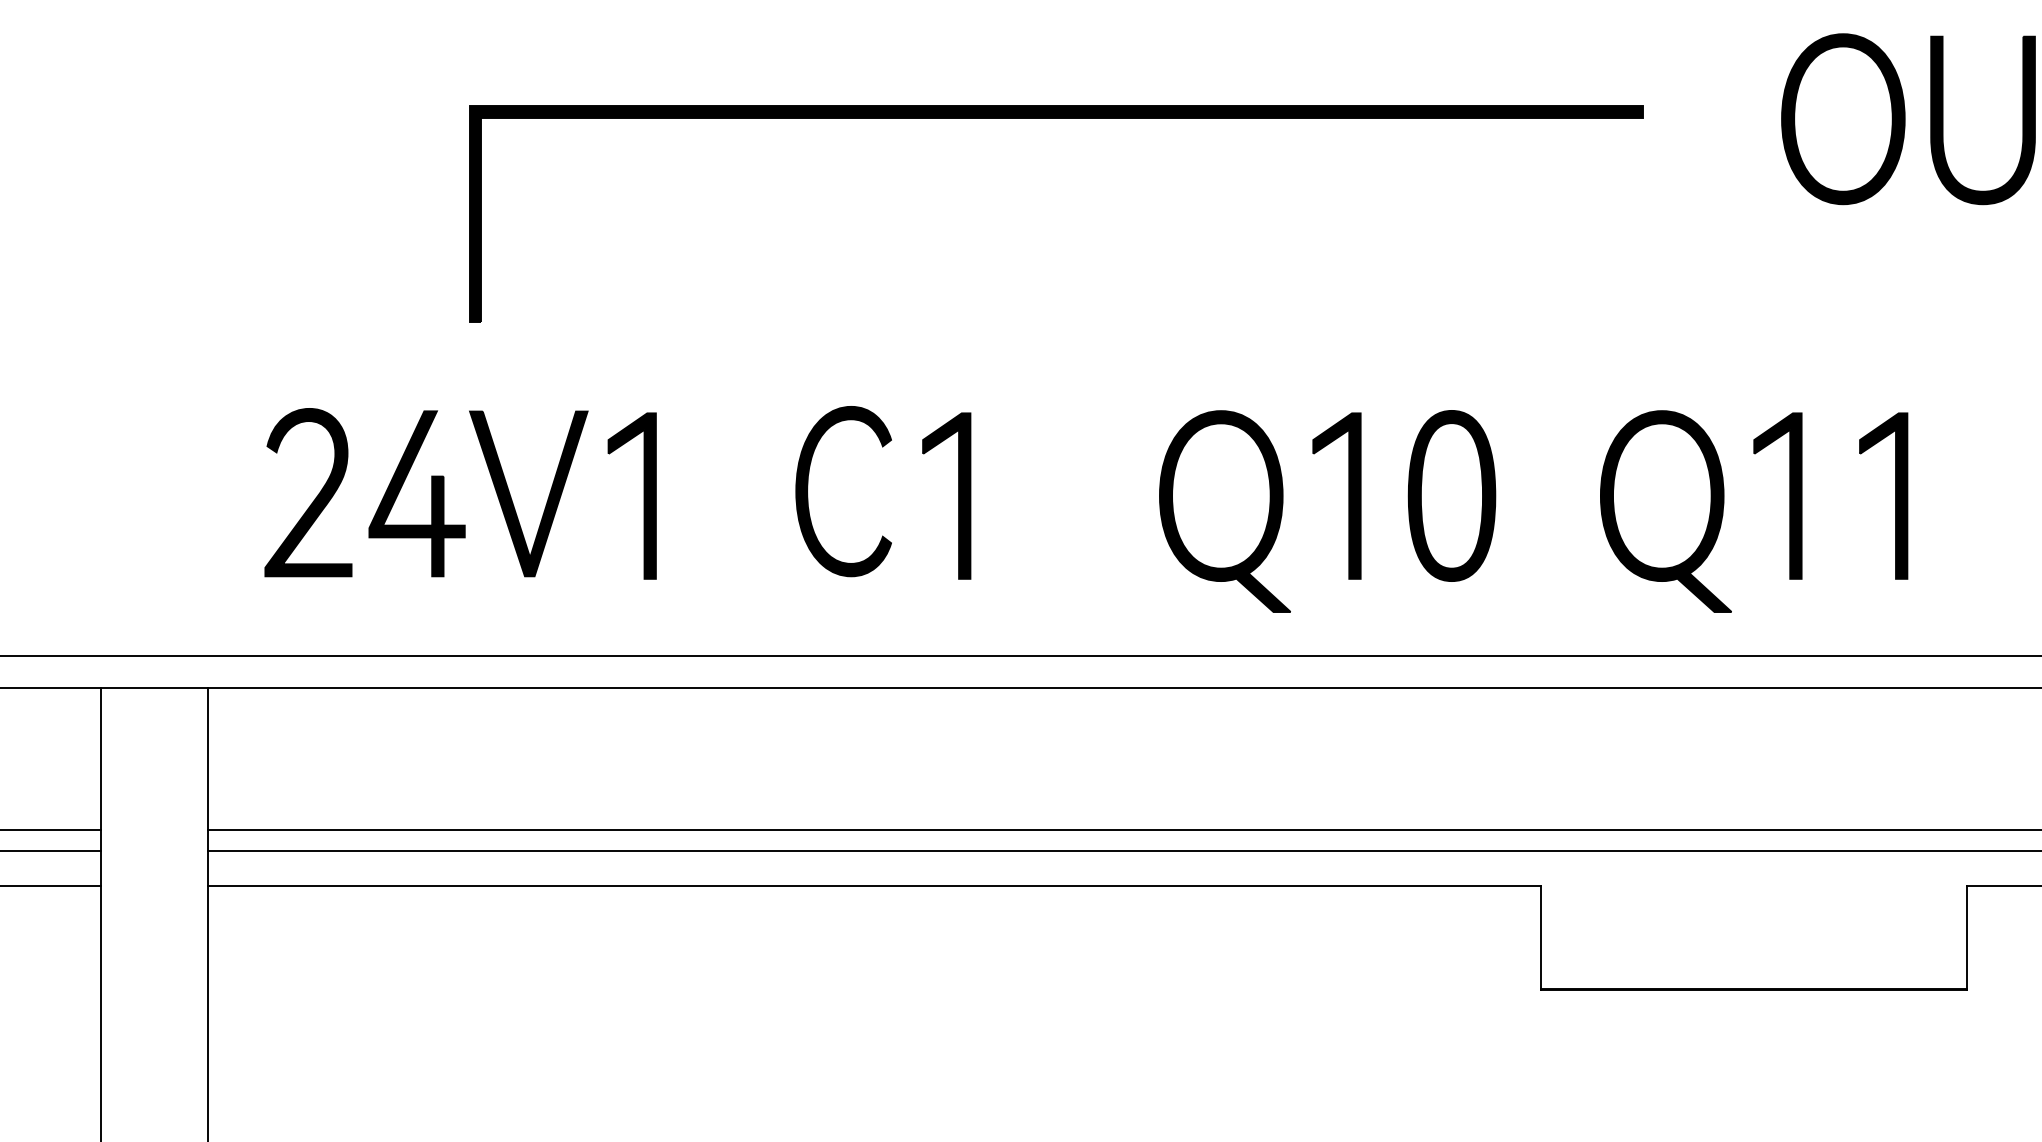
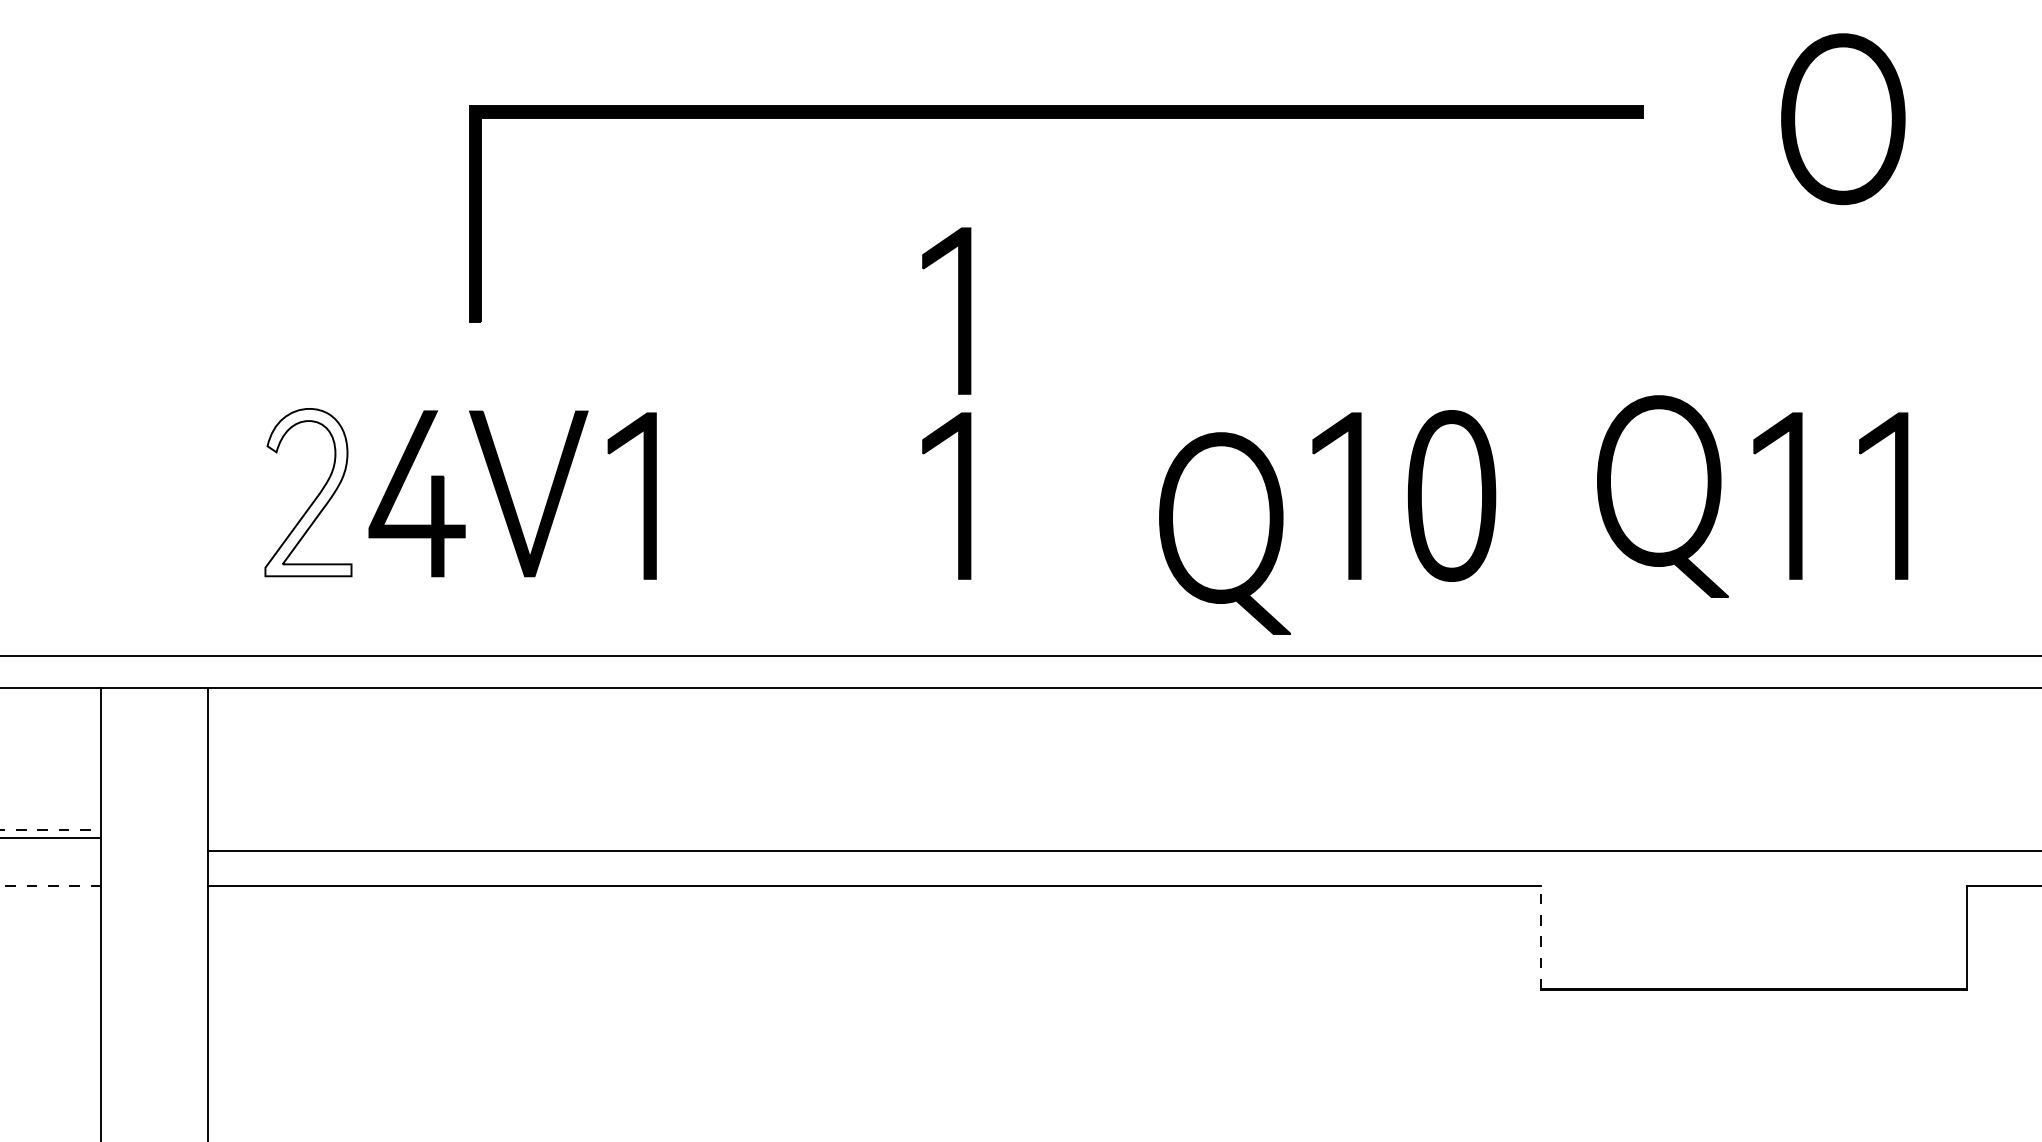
part at (1943, 120): present -> none
part at (958, 310): none -> present
part at (808, 488): present -> none
fill at (308, 492): present -> none
part at (1224, 511) position: (1224, 511) -> (1224, 533)
part at (1665, 511) position: (1665, 511) -> (1662, 496)
line at (51, 830): solid -> dashed
line at (1123, 830): present -> none
line at (51, 851) position: (51, 851) -> (51, 838)
line at (51, 885): solid -> dashed
line at (1540, 937): solid -> dashed
